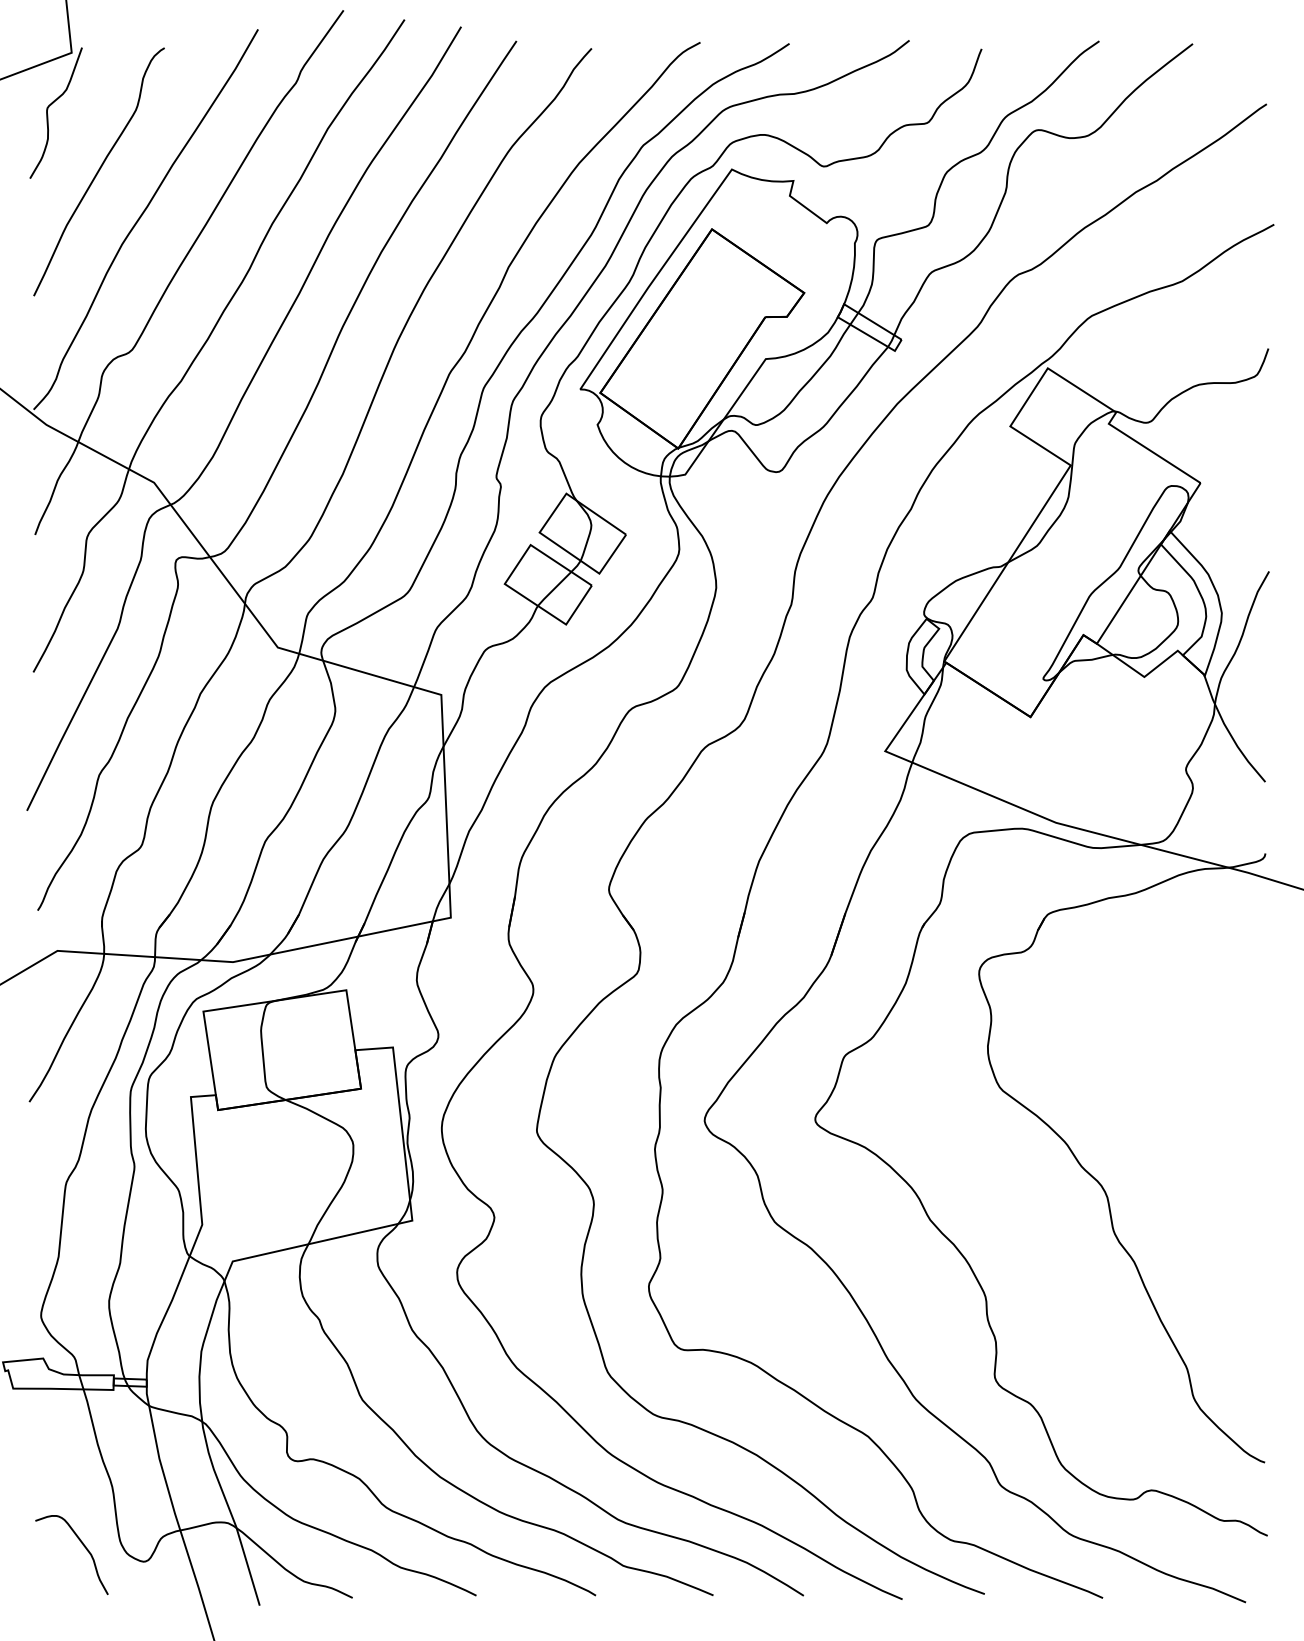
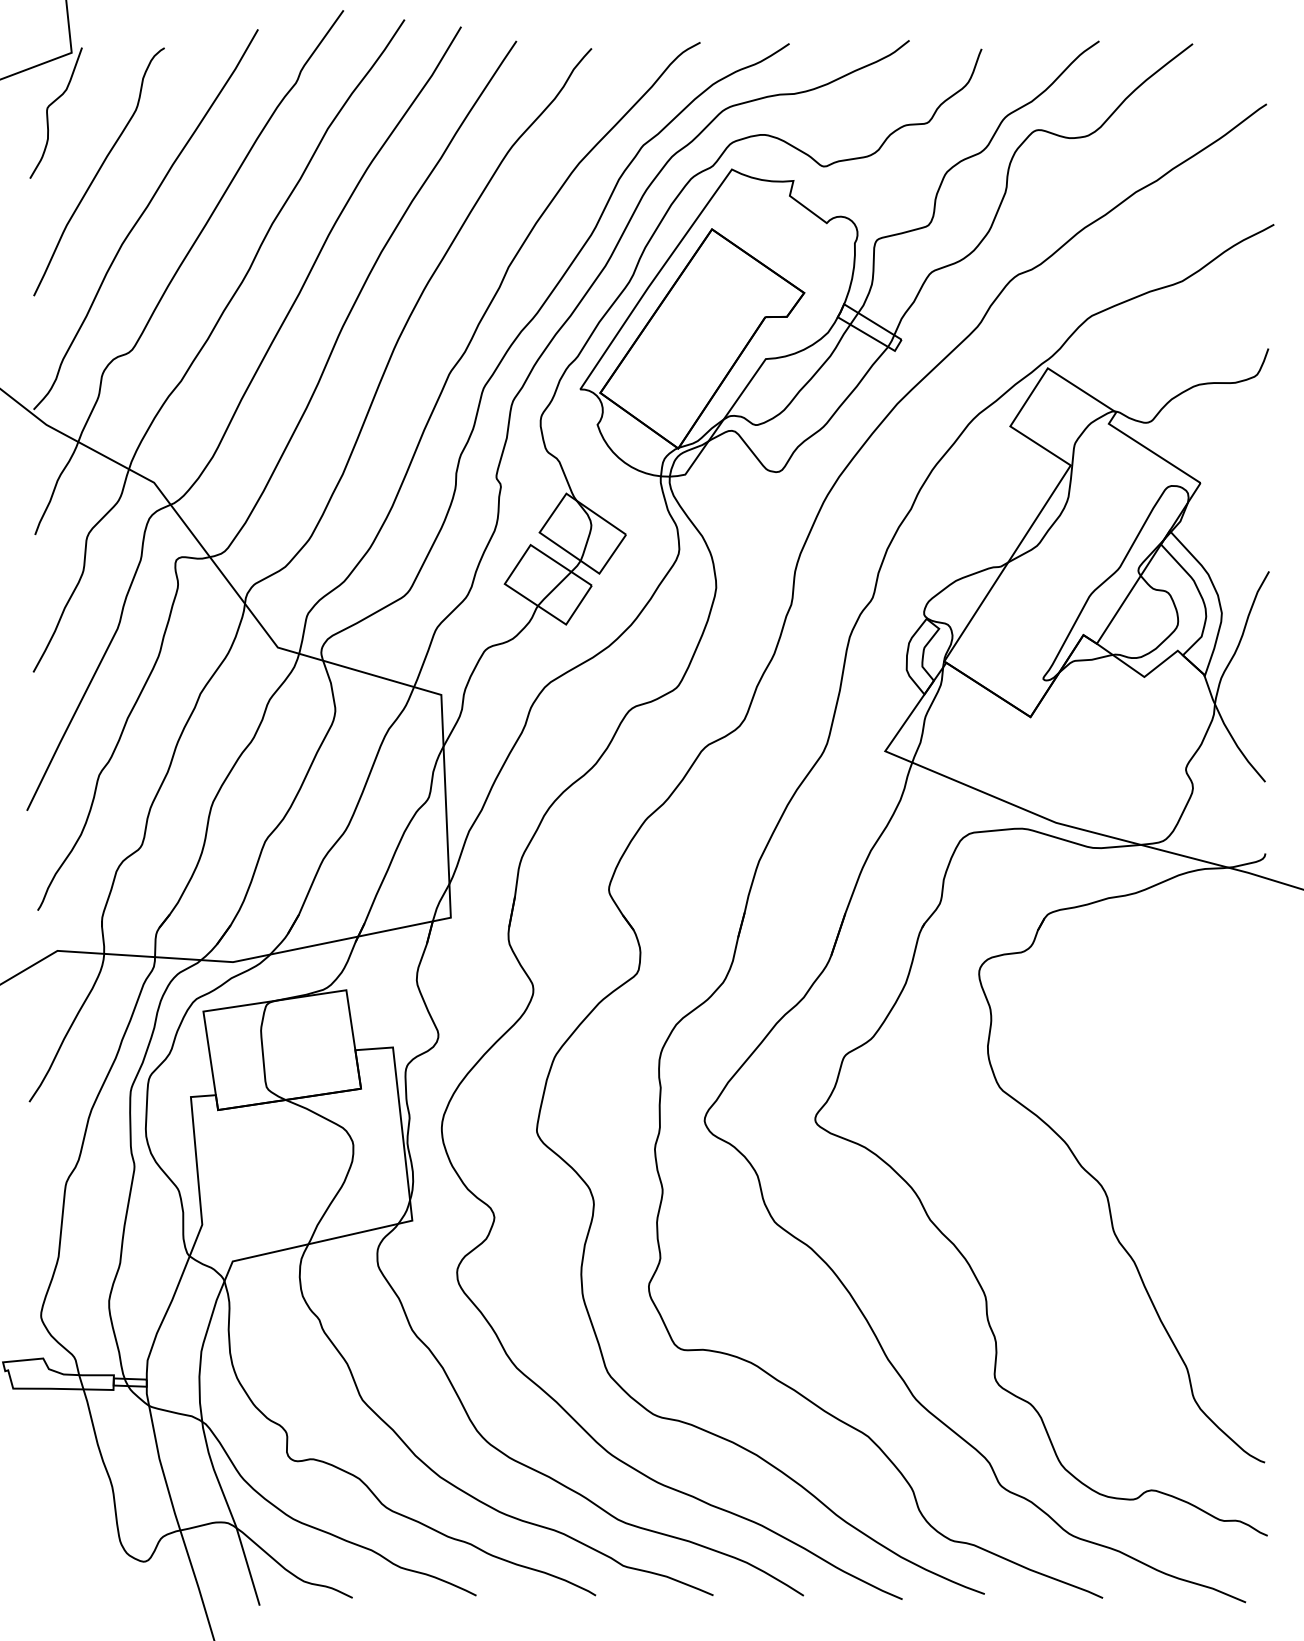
curve at (83, 1546): present -> none
